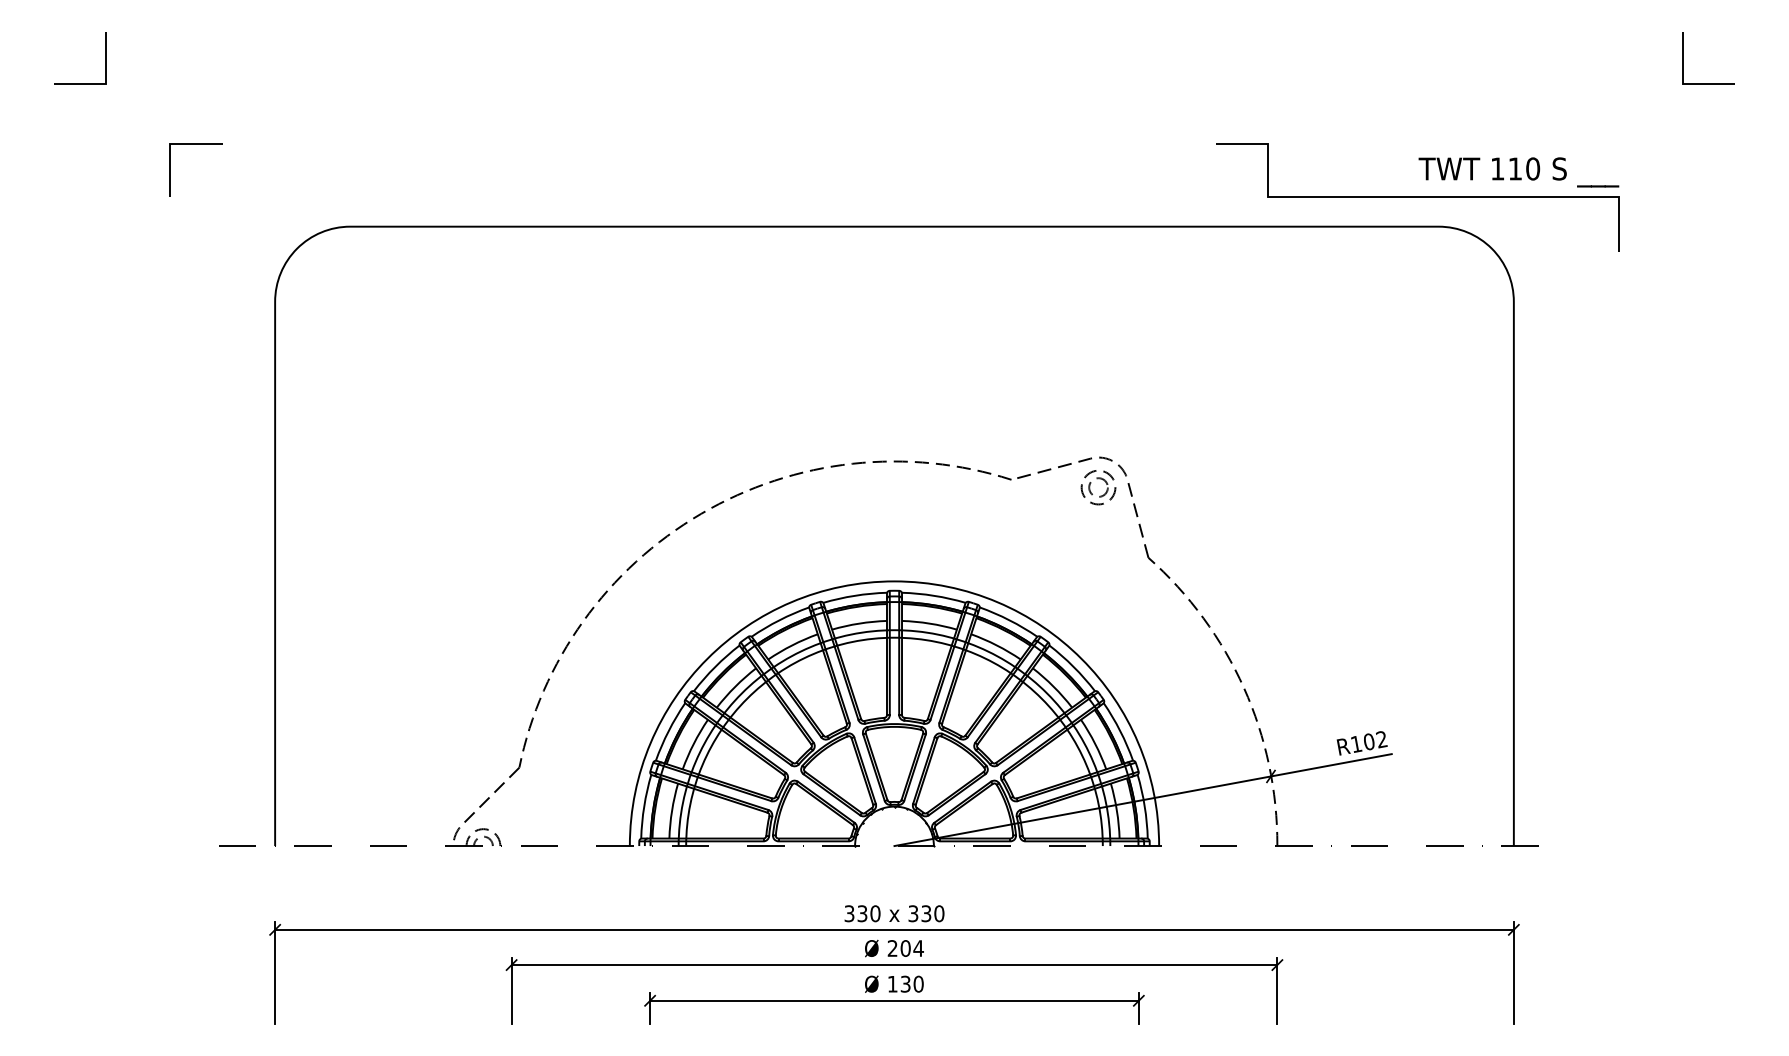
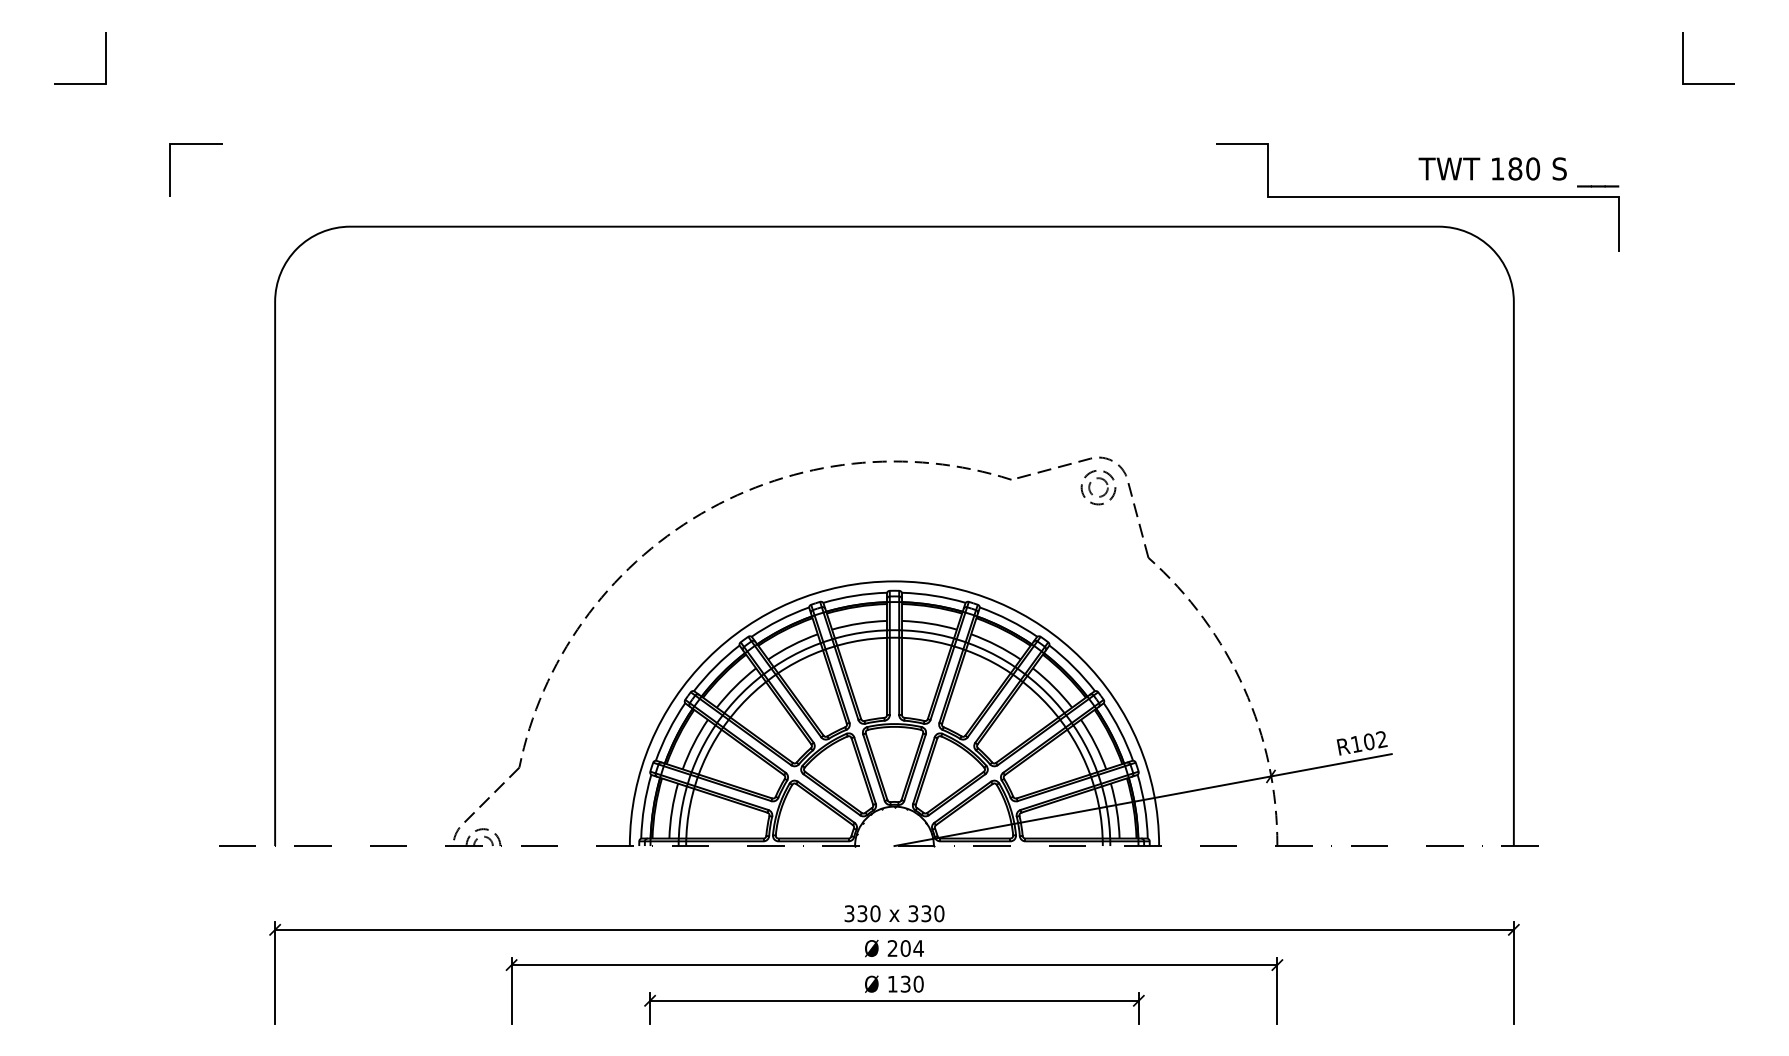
text at (1515, 168): 110 -> 180
